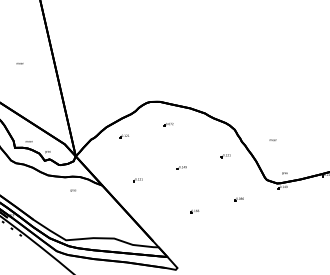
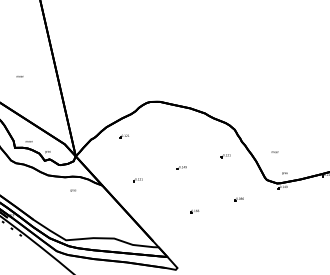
text at (19, 63) position: (19, 63) -> (19, 76)
part at (168, 124): present -> none
text at (272, 139) position: (272, 139) -> (274, 151)
